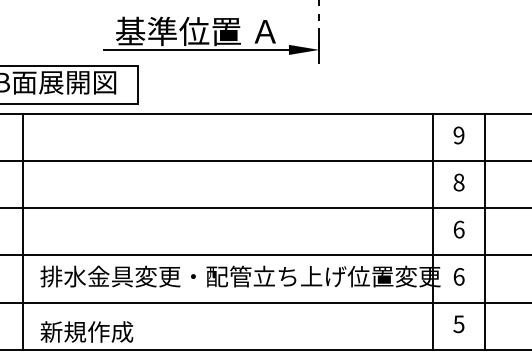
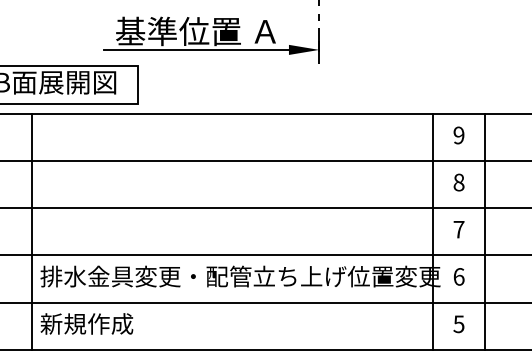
text at (458, 229): 6 -> 7
line at (23, 232) position: (23, 232) -> (32, 232)
text at (86, 331) position: (86, 331) -> (86, 323)
